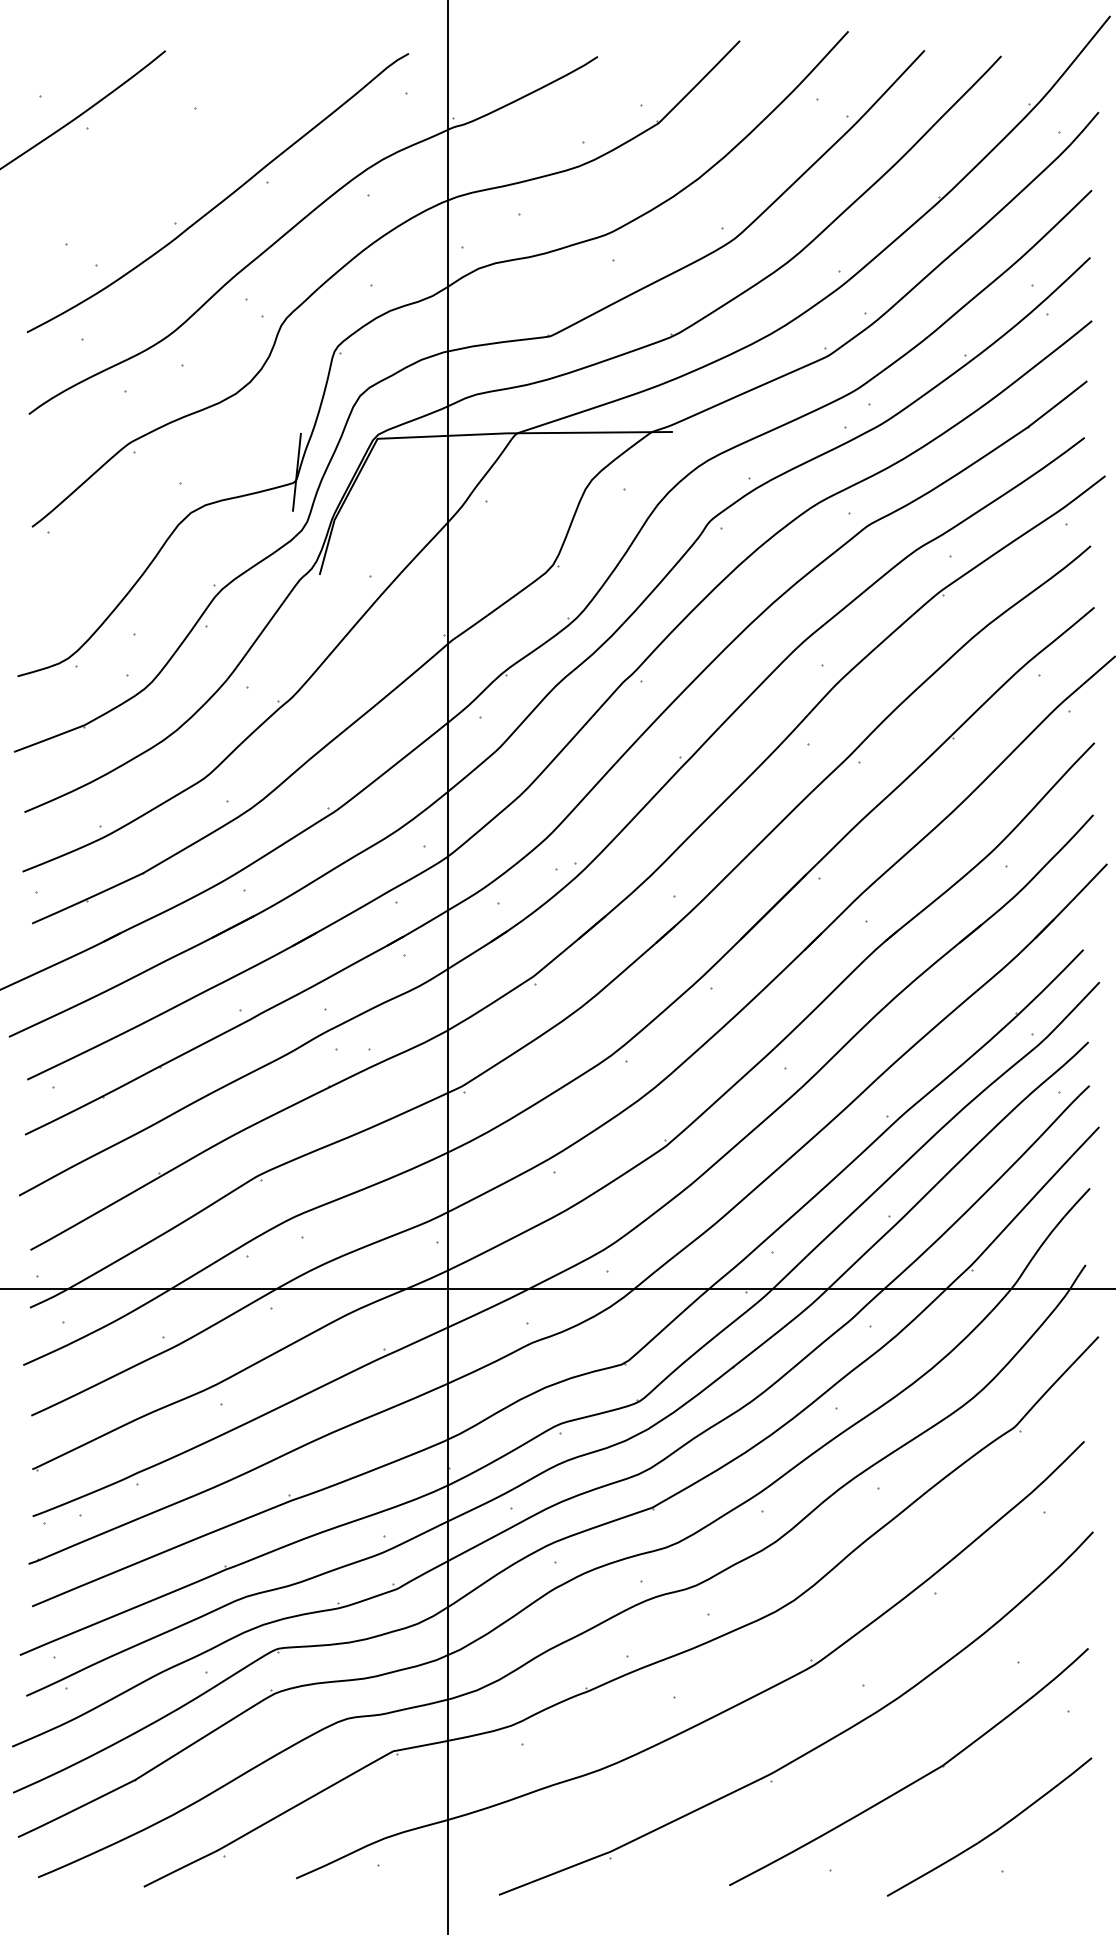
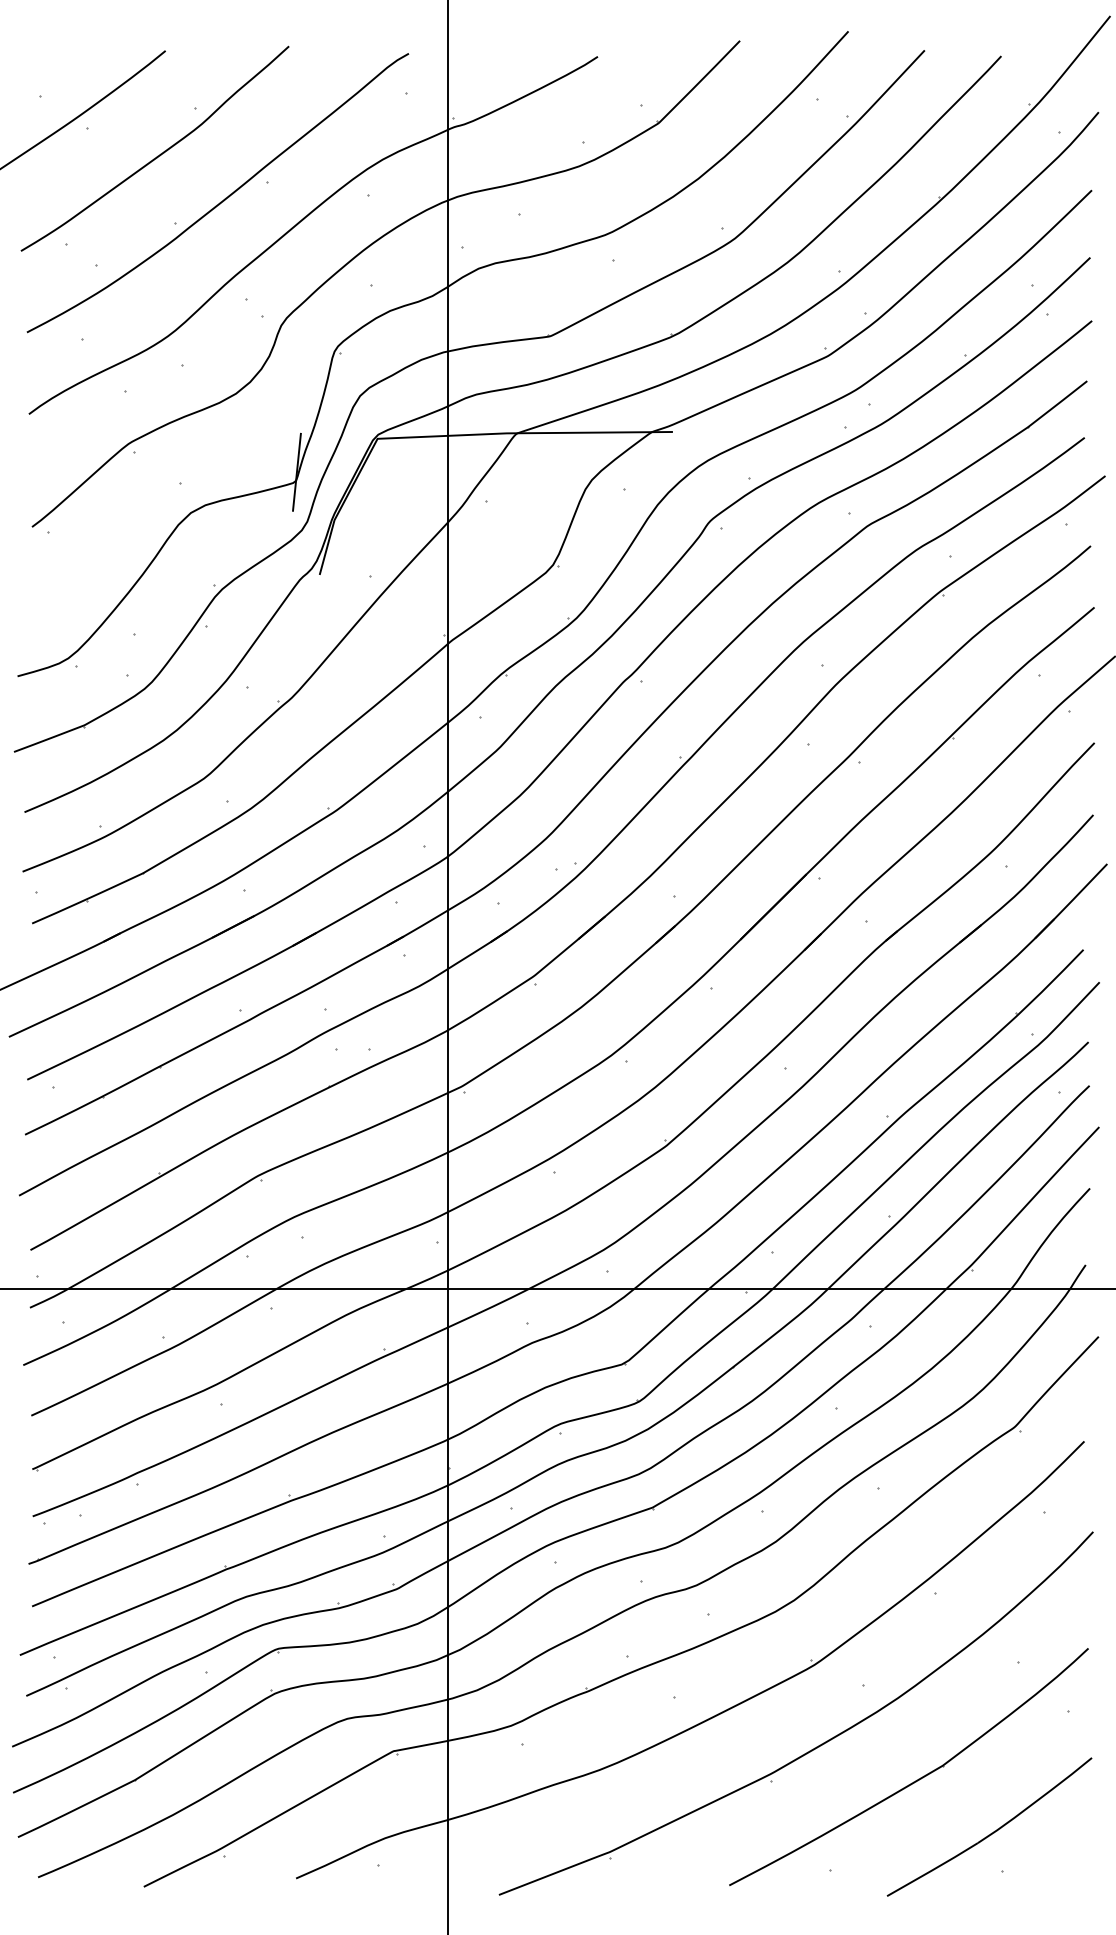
curve at (157, 155): none -> present
